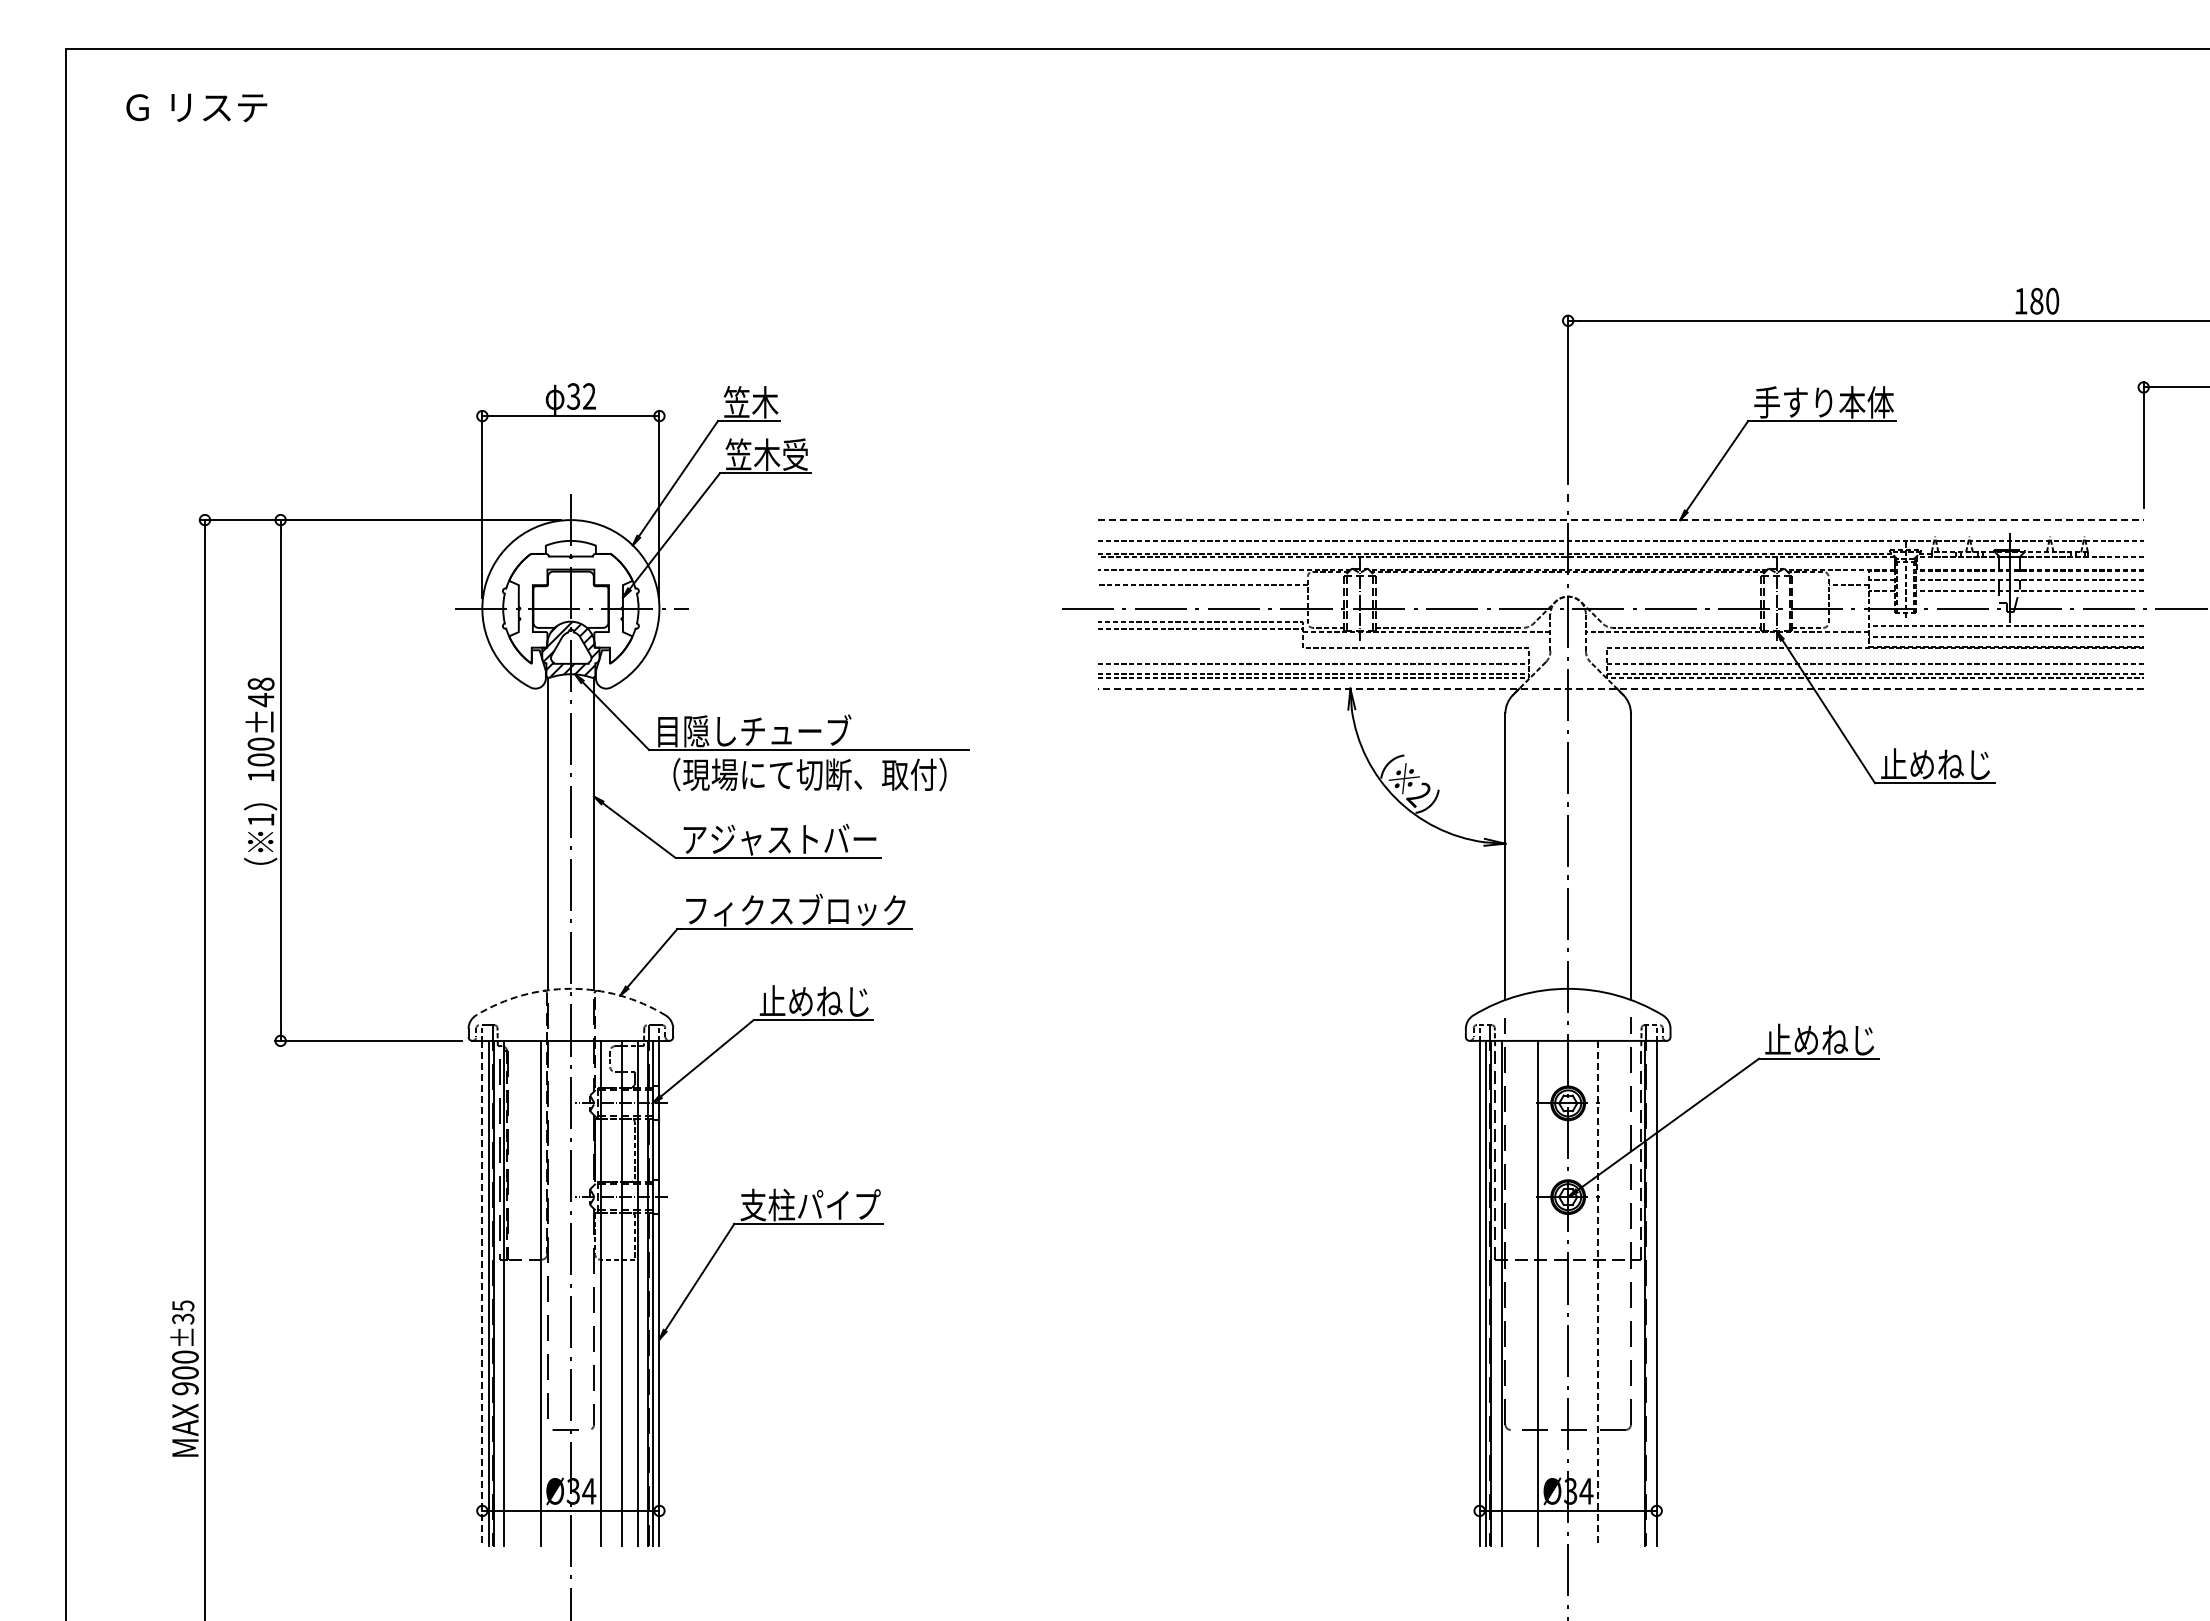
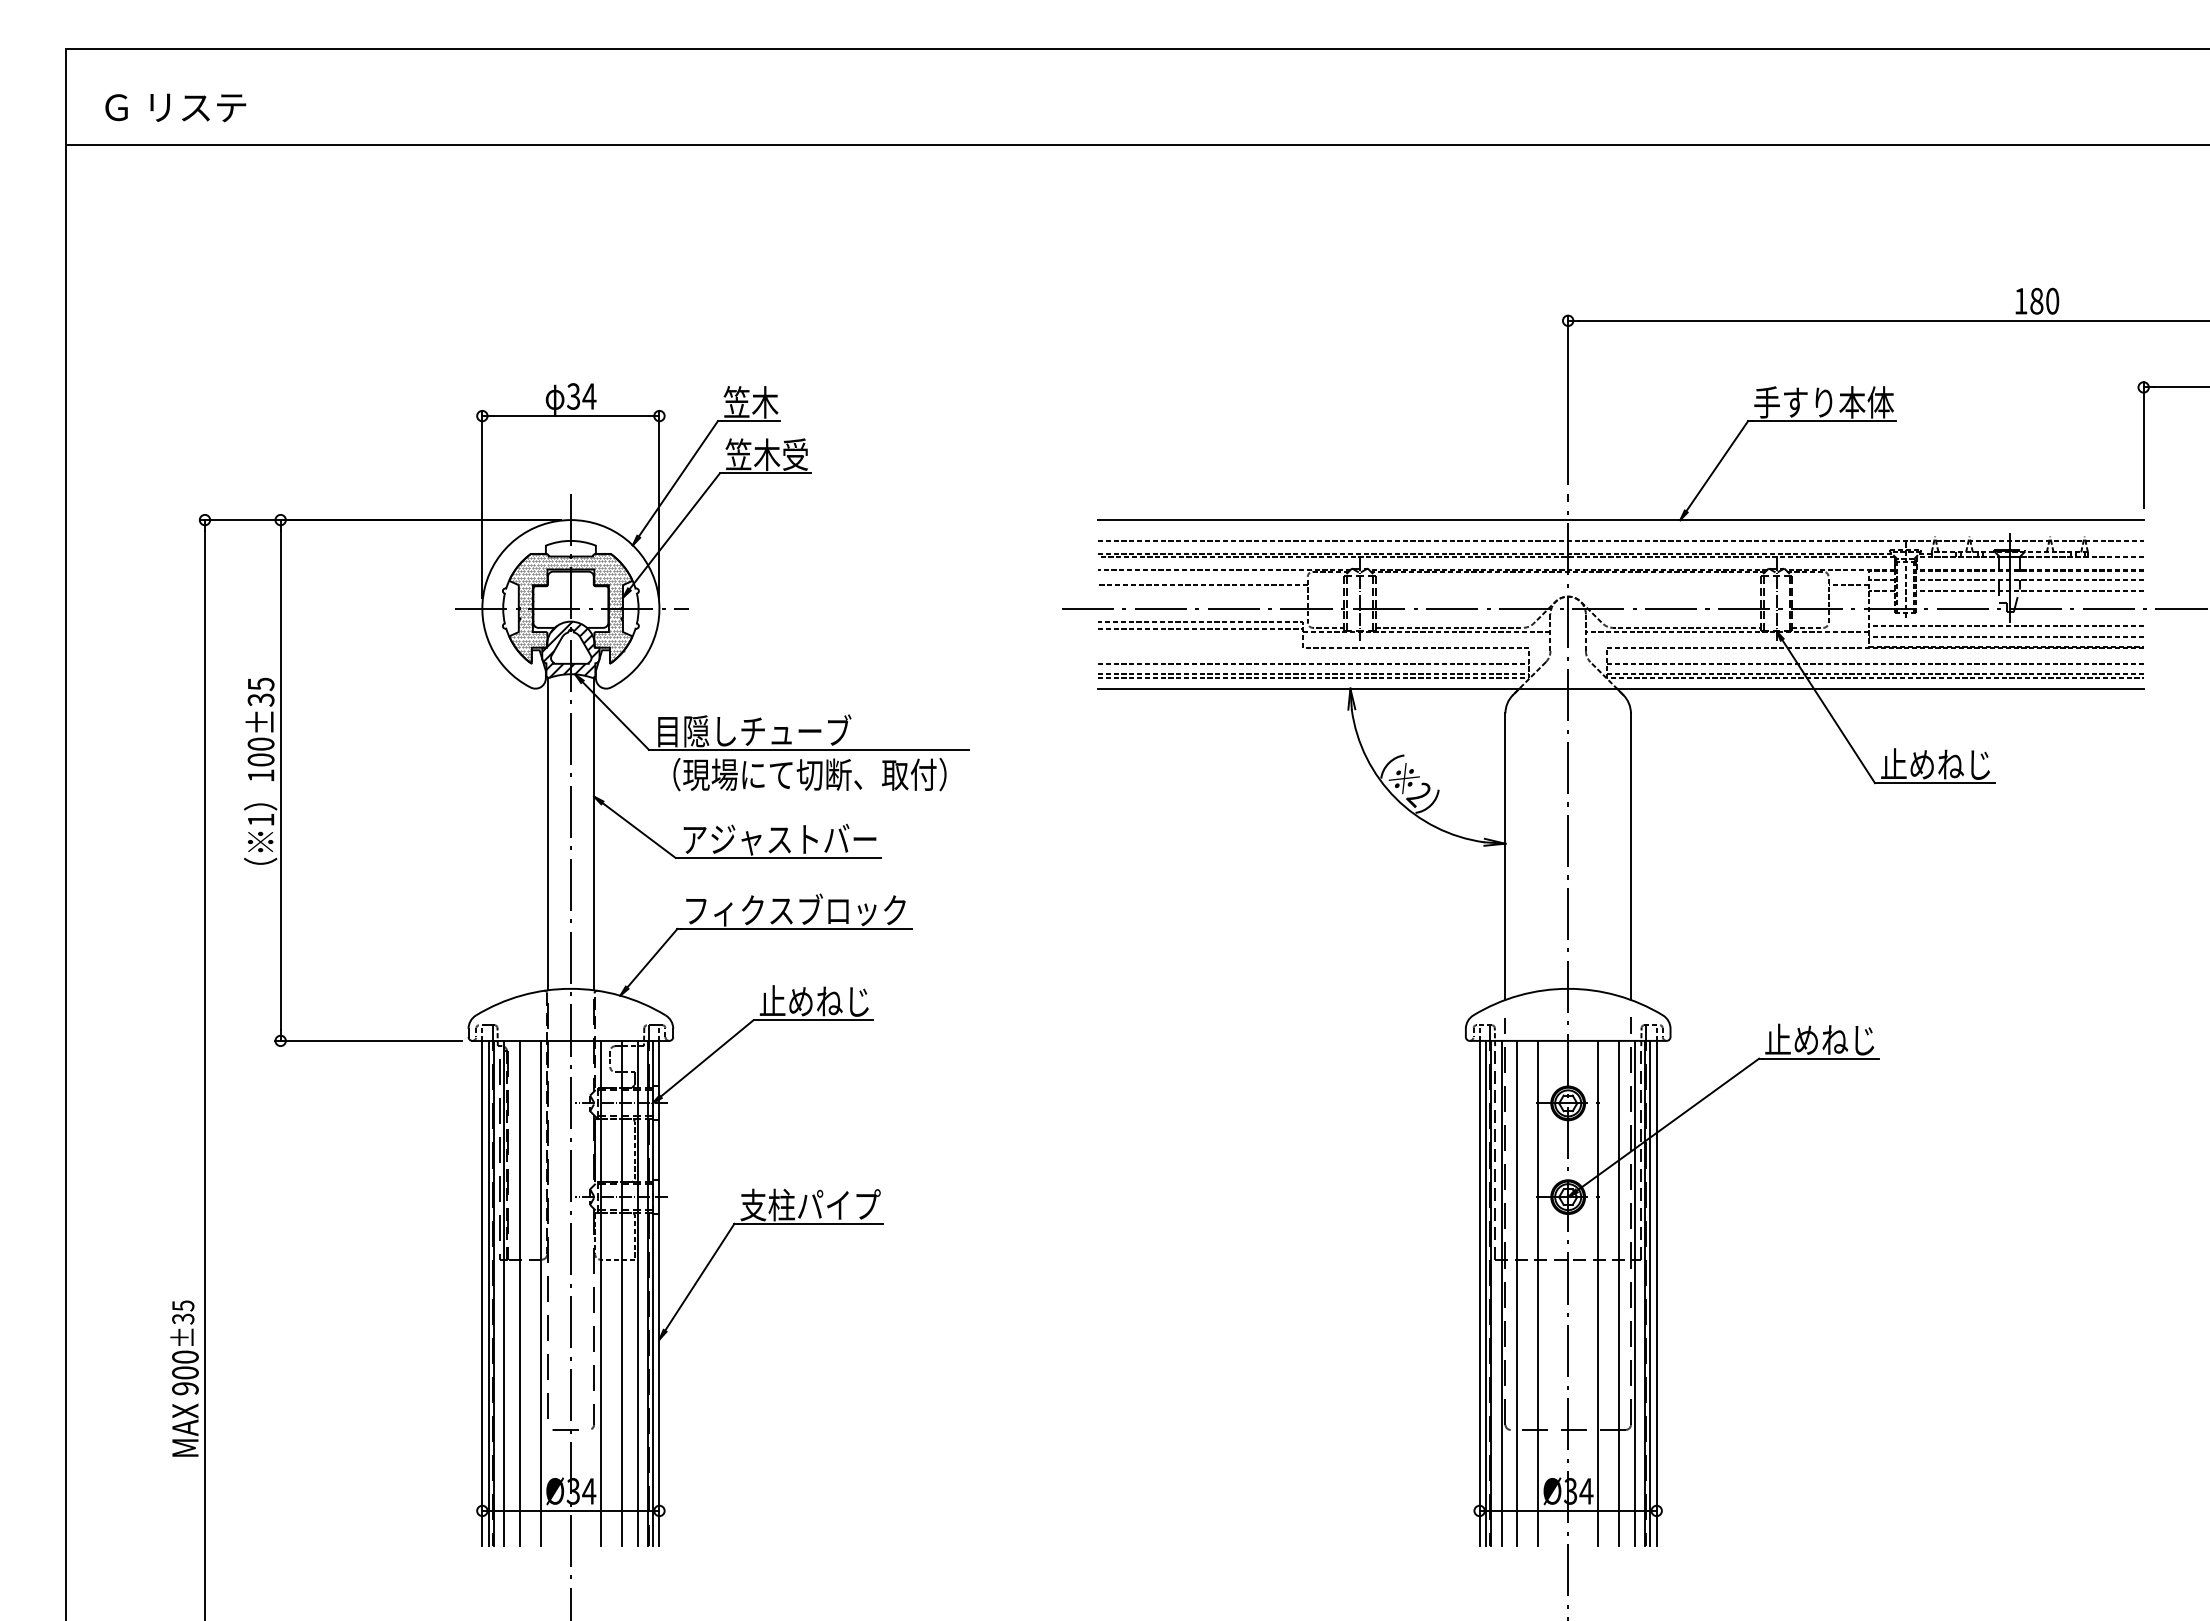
text at (196, 107) position: (196, 107) -> (175, 107)
line at (1137, 145): none -> present
text at (589, 396): 32 -> 34
line at (1620, 520): dashed -> solid
hatch at (570, 607): none -> present
line at (1620, 688): dashed -> solid
text at (260, 692): 100±48 -> 100±35
arc at (570, 988): dashed -> solid
line at (482, 1293): dashed -> solid
line at (519, 1293): none -> present
line at (1517, 1293): none -> present
line at (1598, 1293): dashed -> solid
line at (1619, 1293): none -> present
line at (1634, 1293): none -> present
line at (1650, 1293): none -> present
